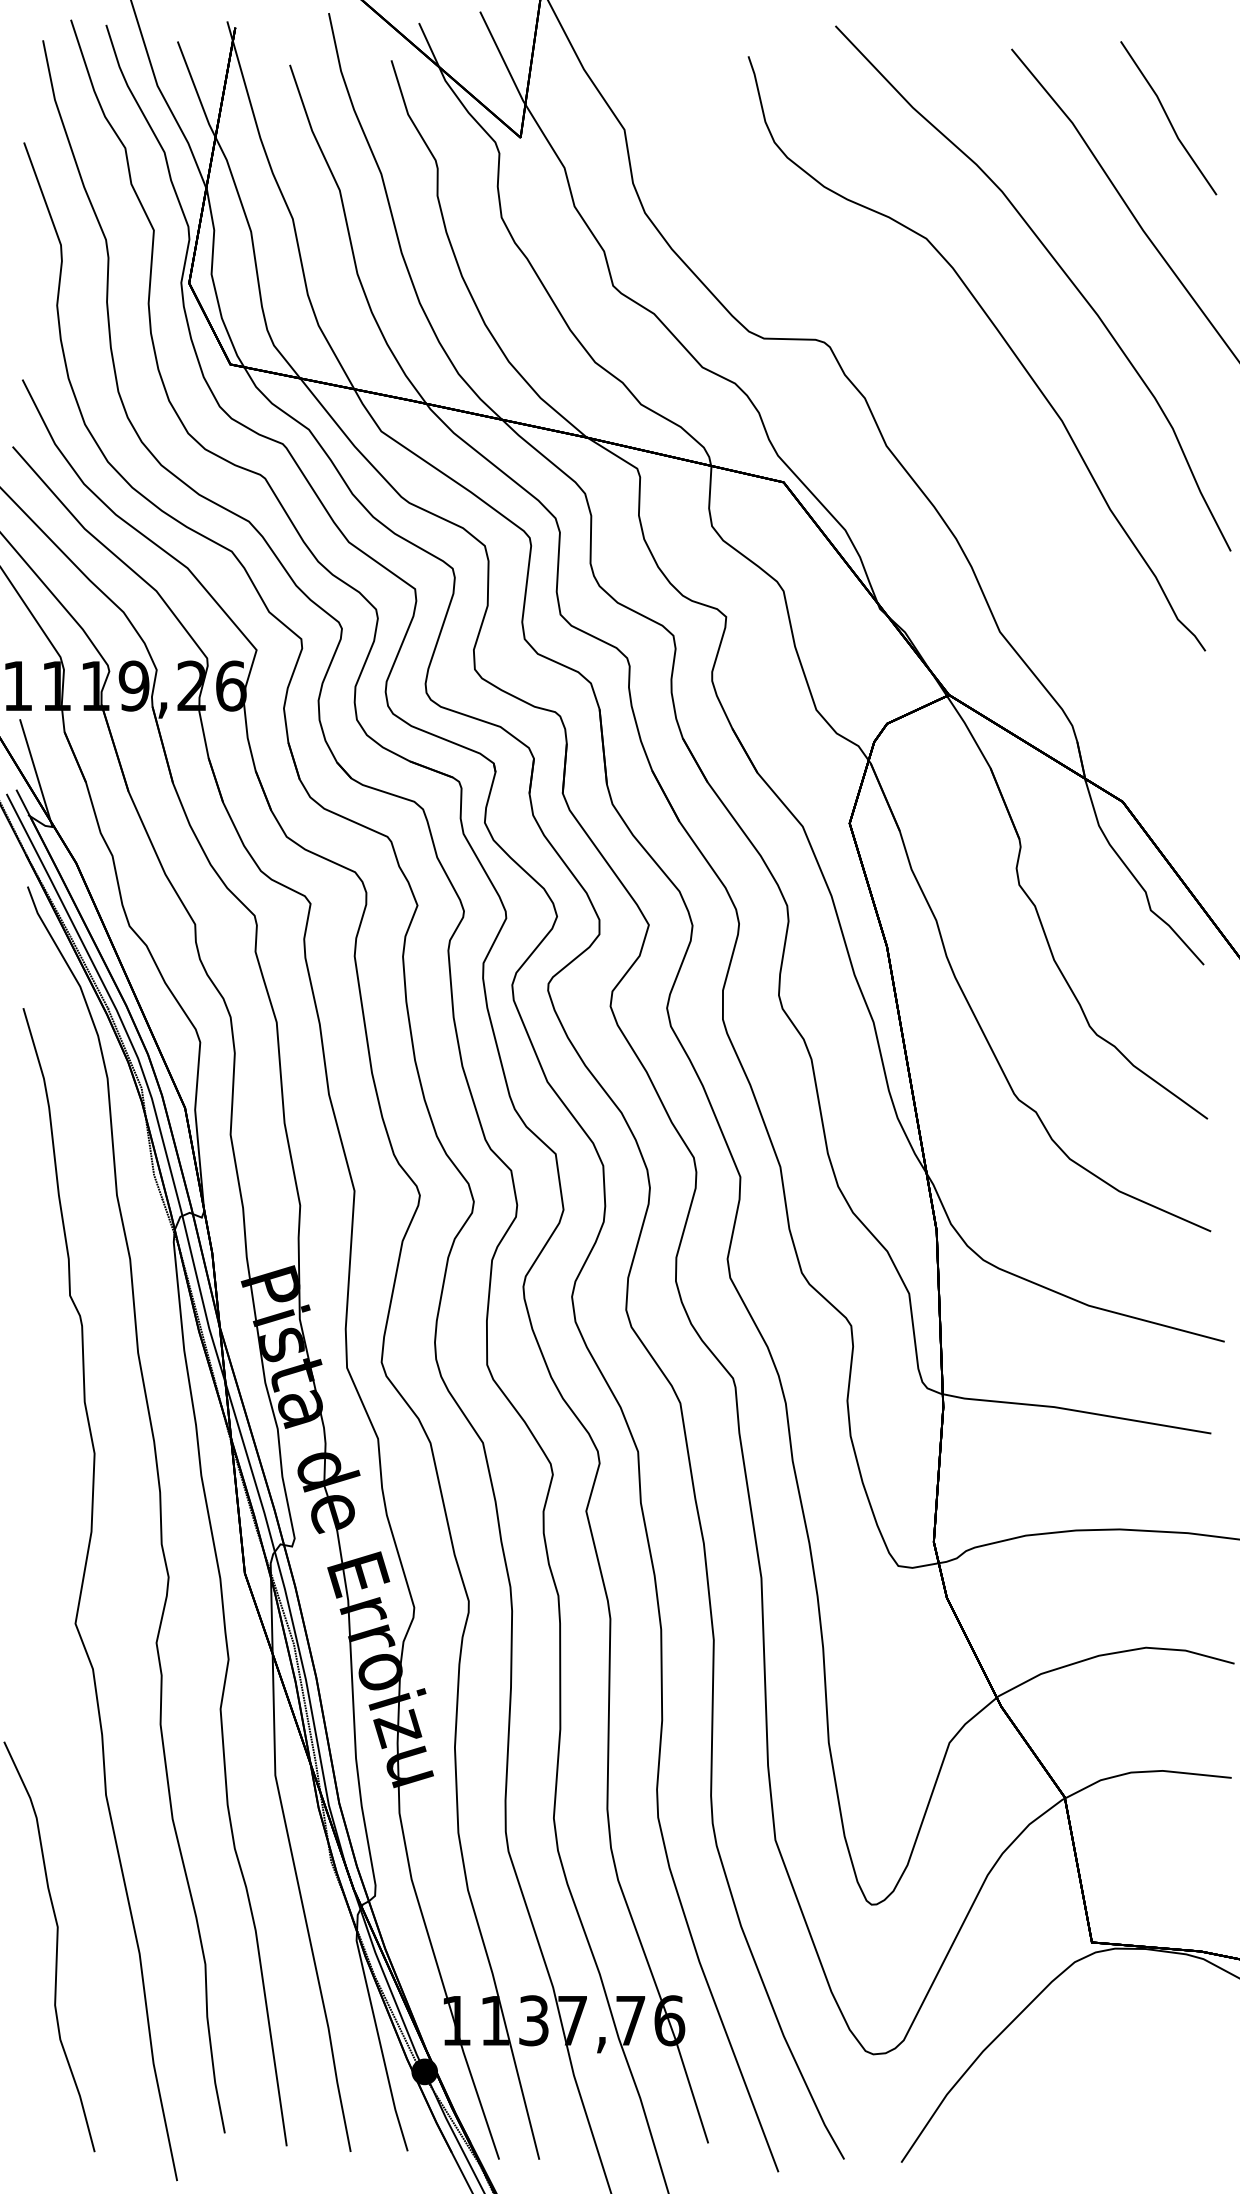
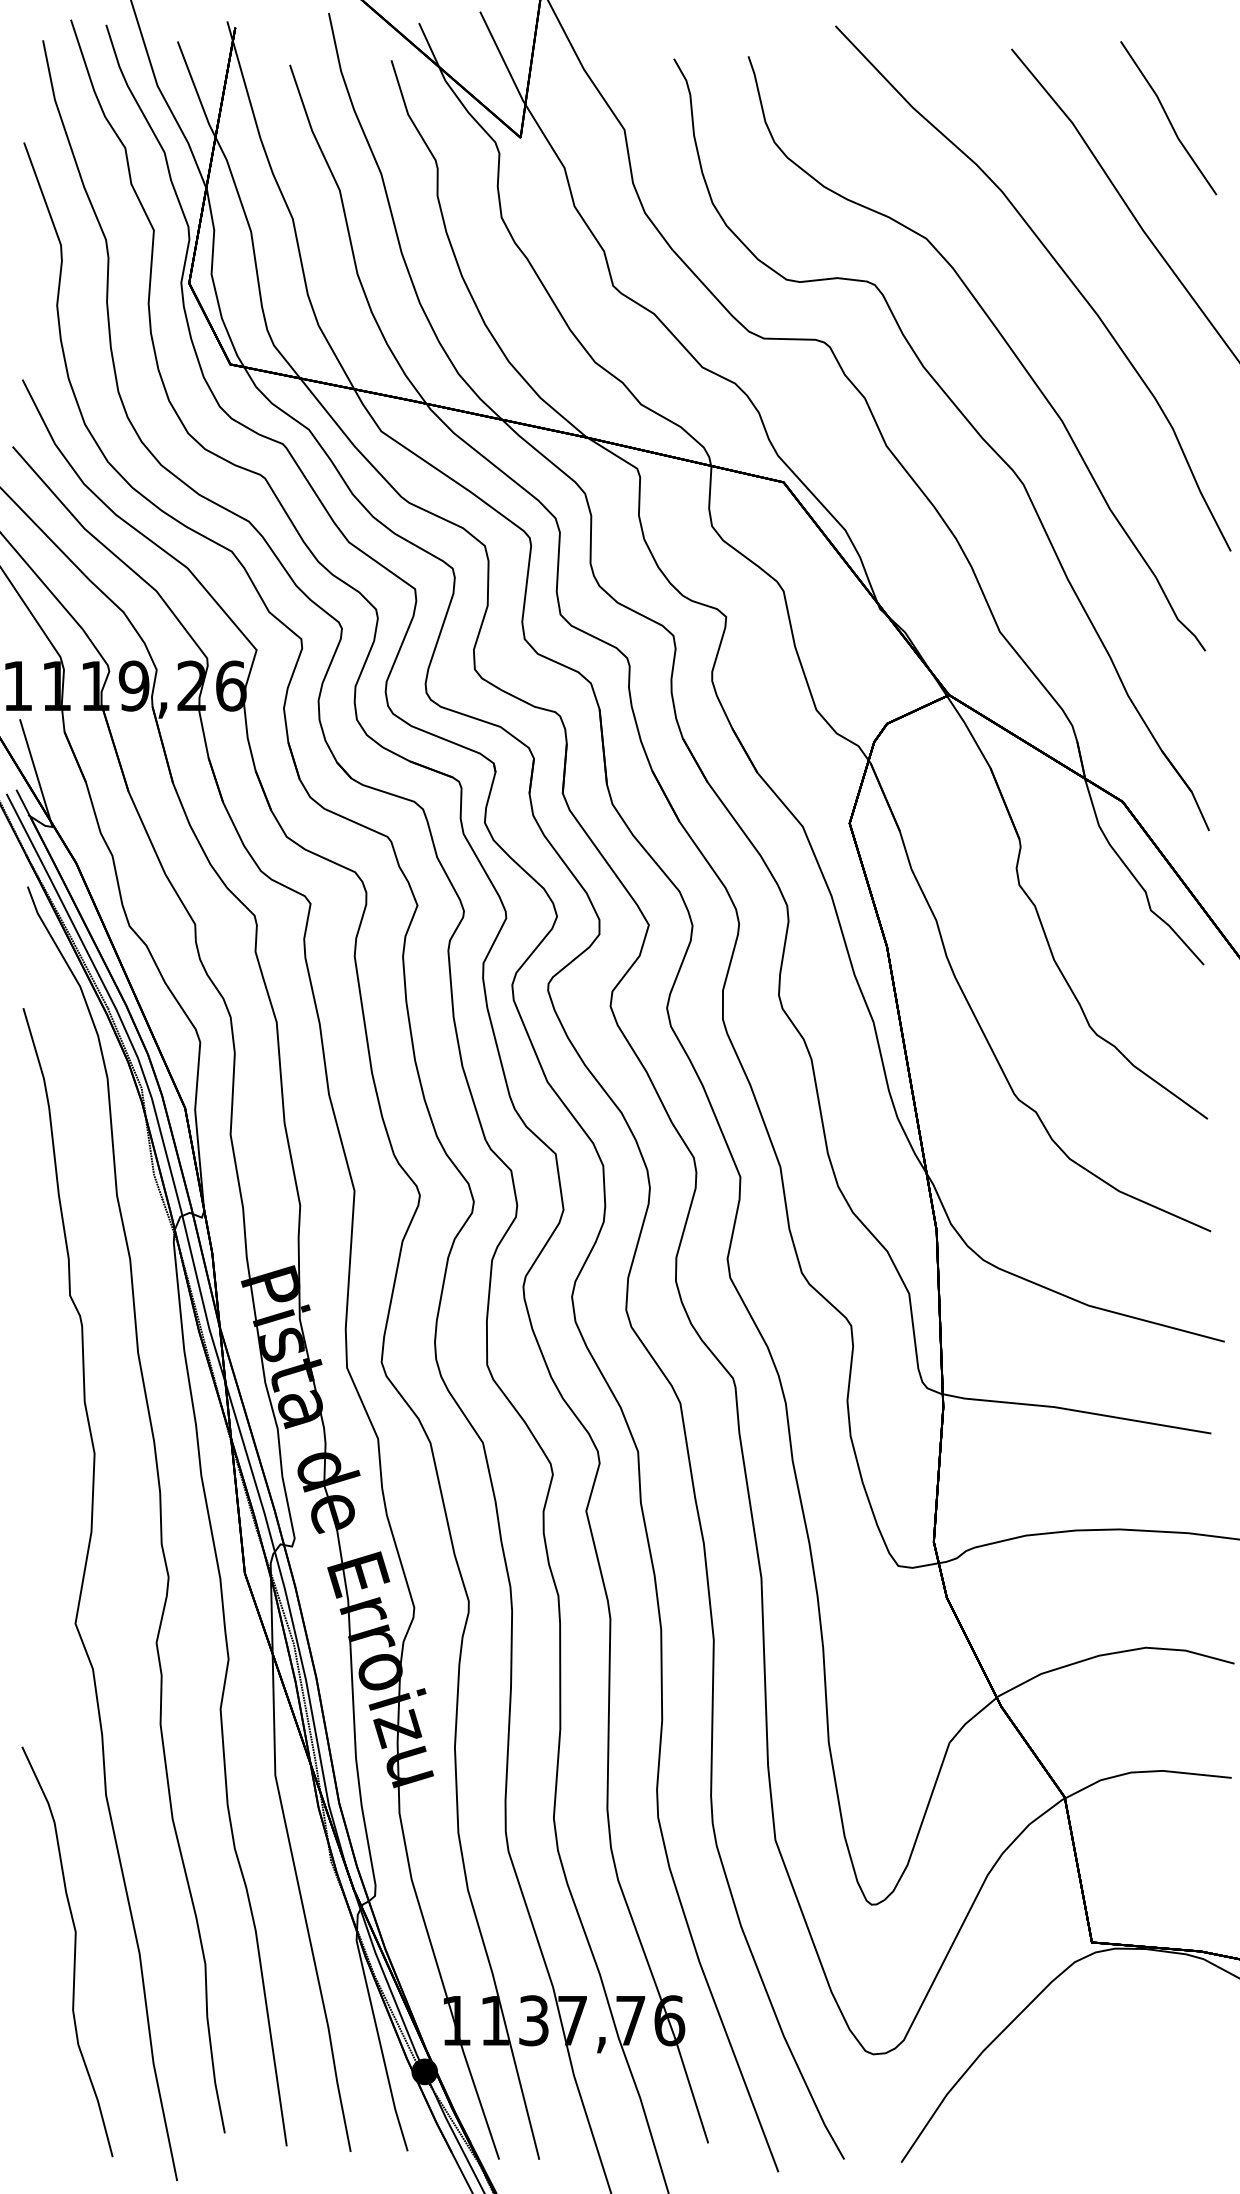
part at (969, 424): none -> present
part at (56, 1946) position: (56, 1946) -> (74, 1951)
